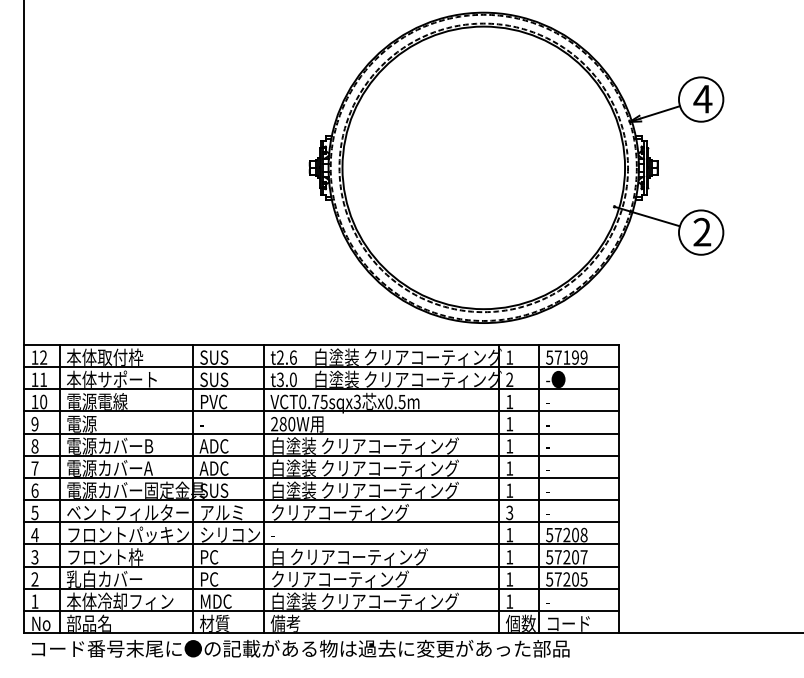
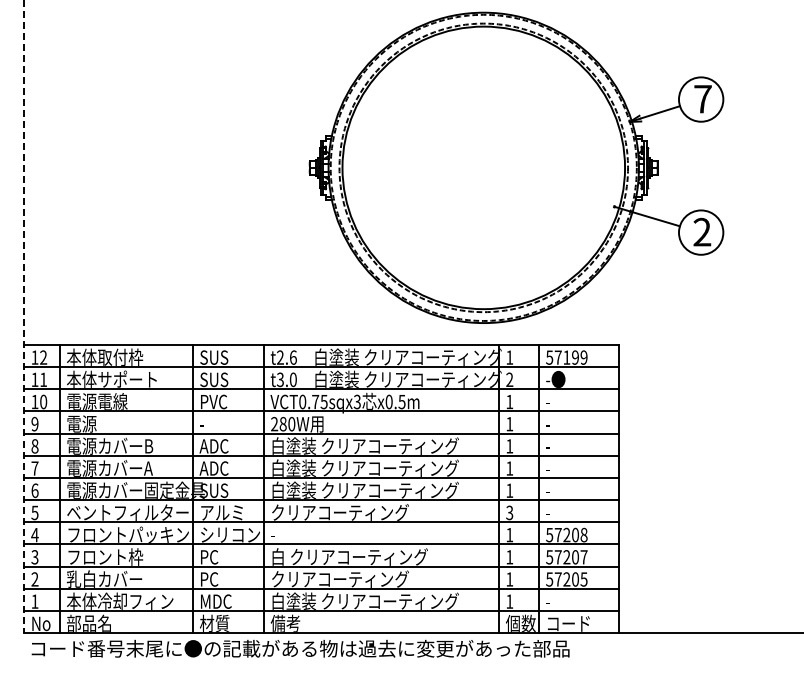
text at (702, 99): 4 -> 7
line at (24, 317): solid -> dashed
